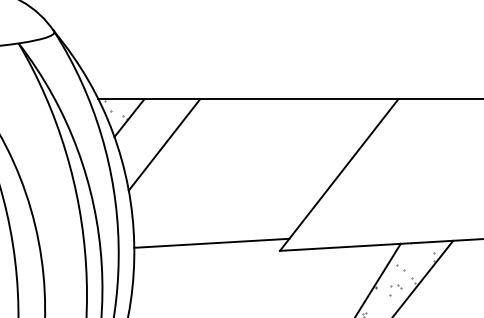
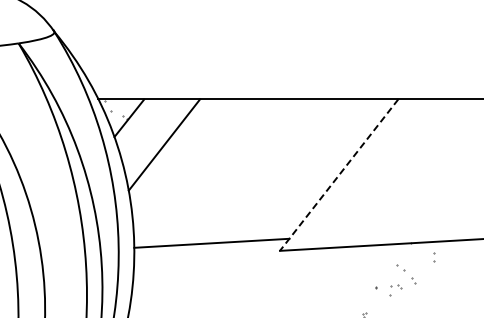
line at (338, 175): solid -> dashed
line at (423, 277): present -> none
line at (378, 278): present -> none
